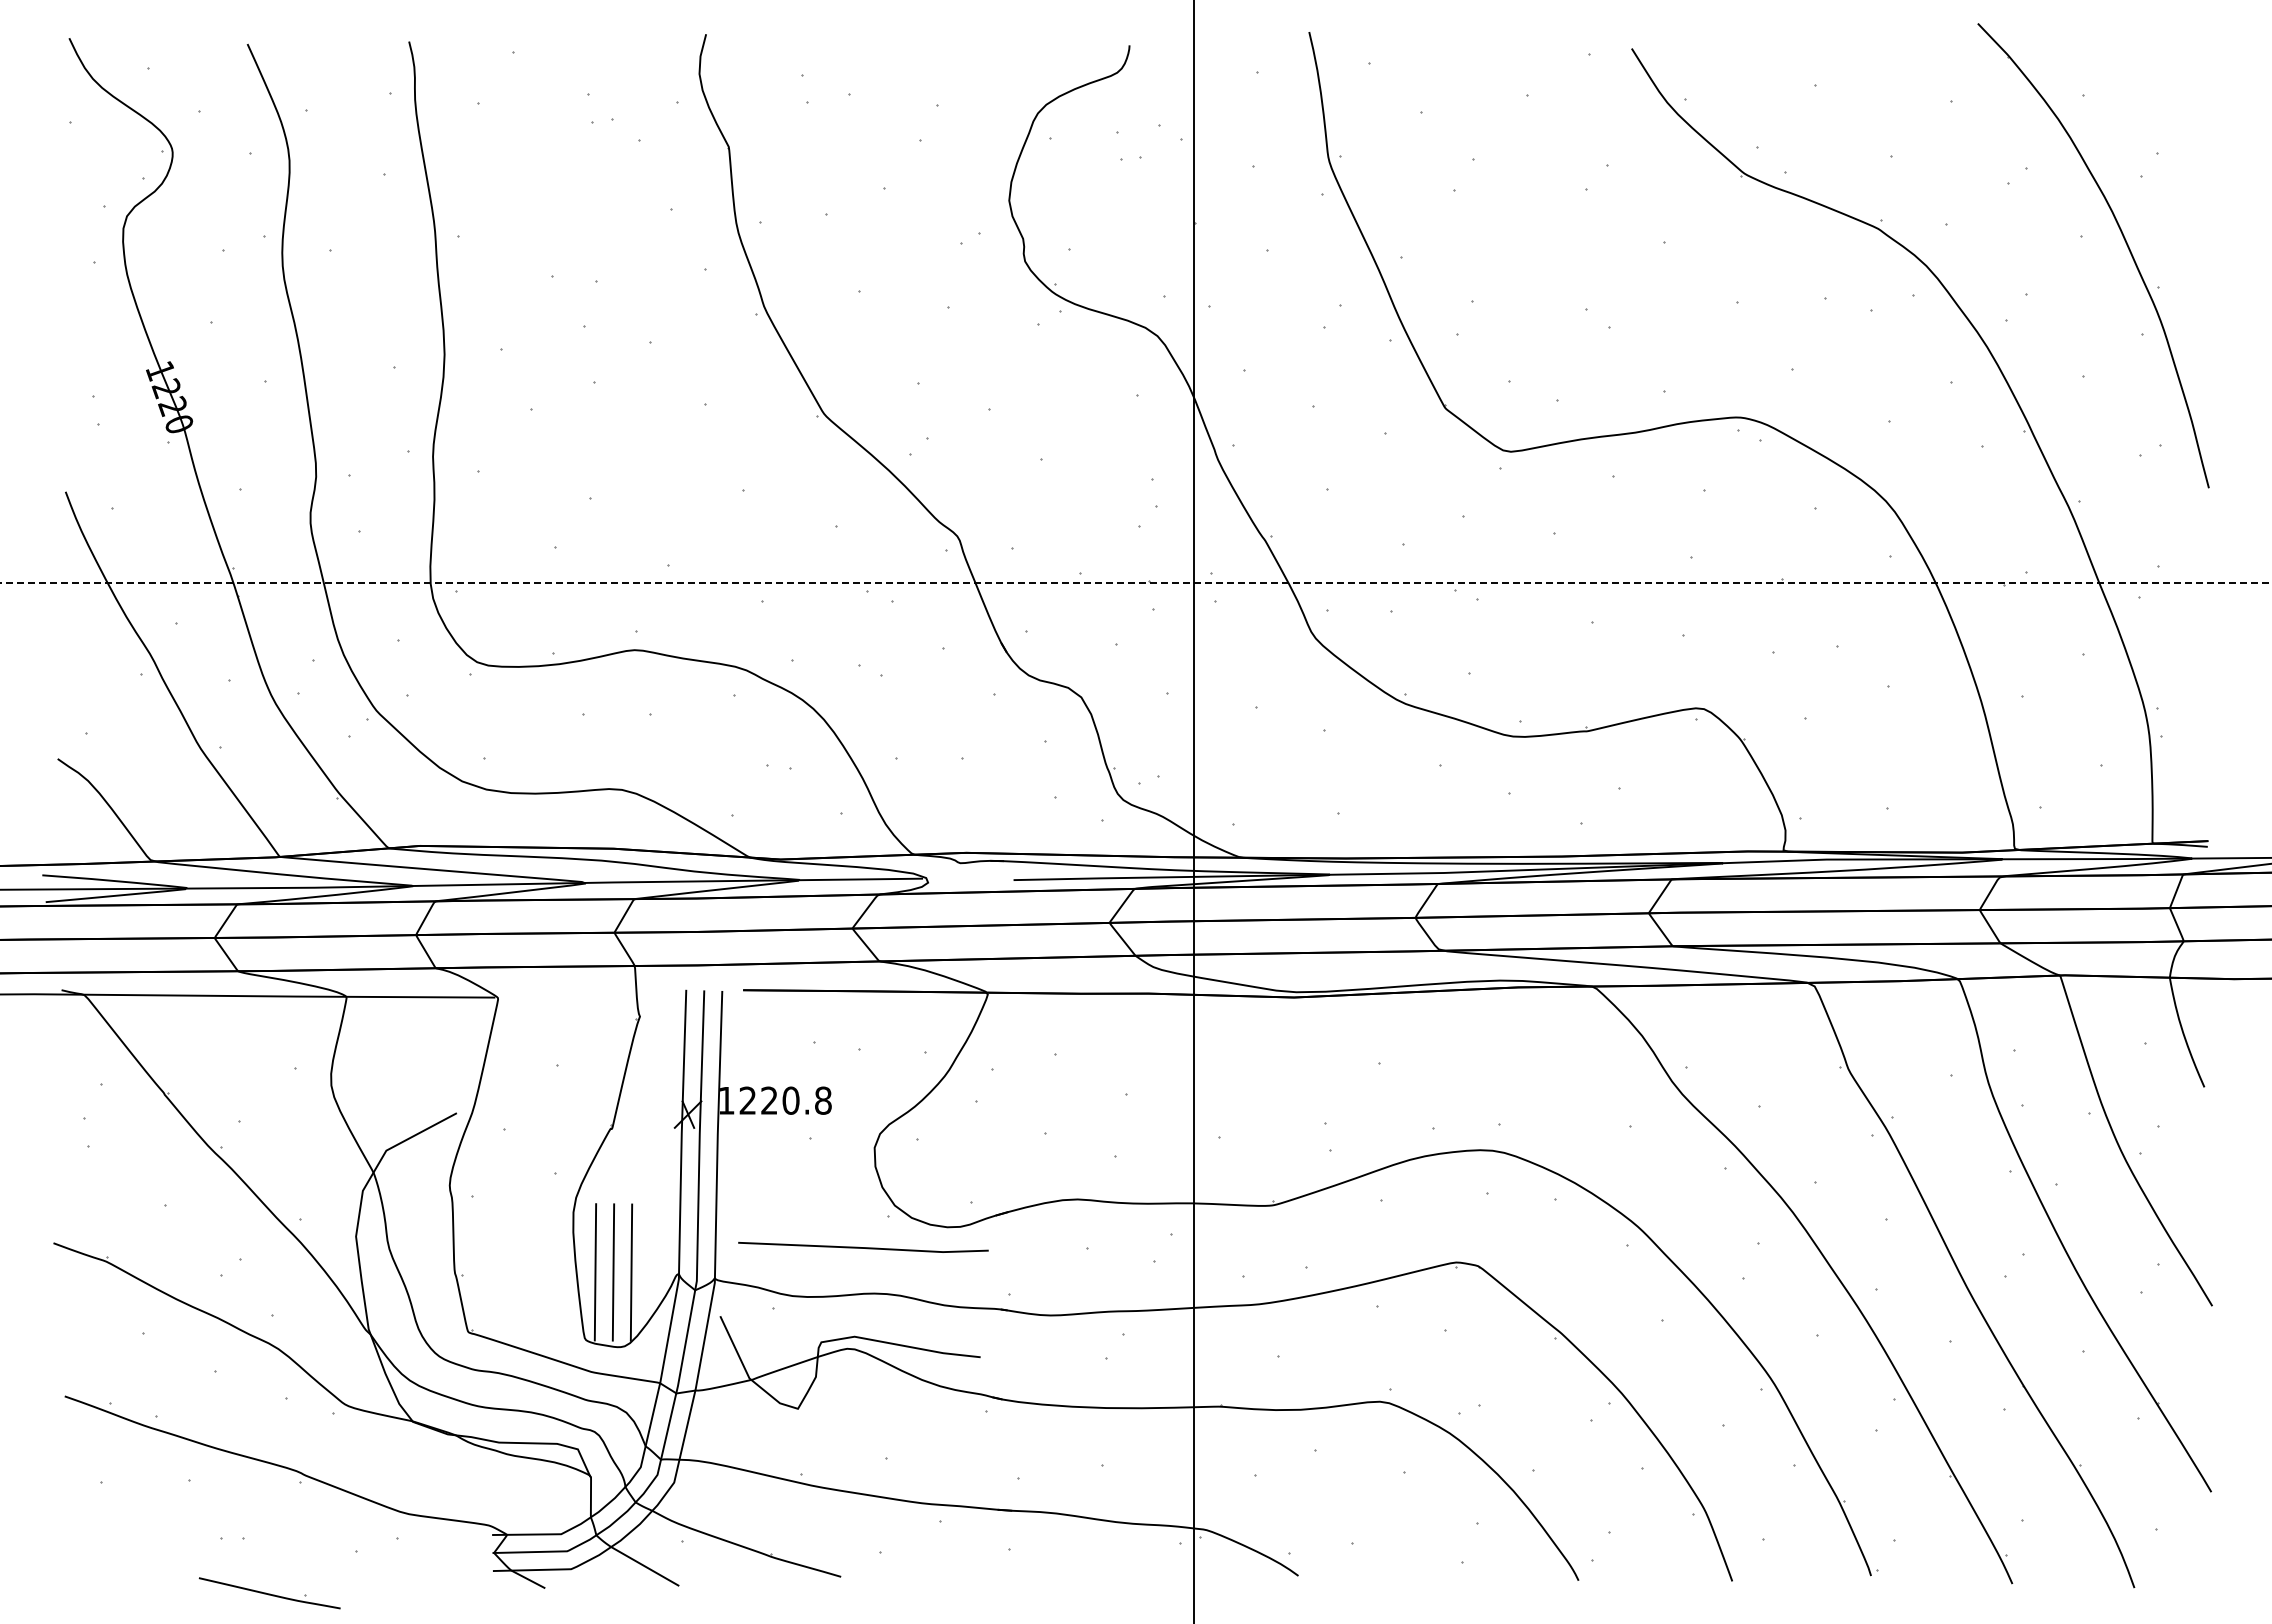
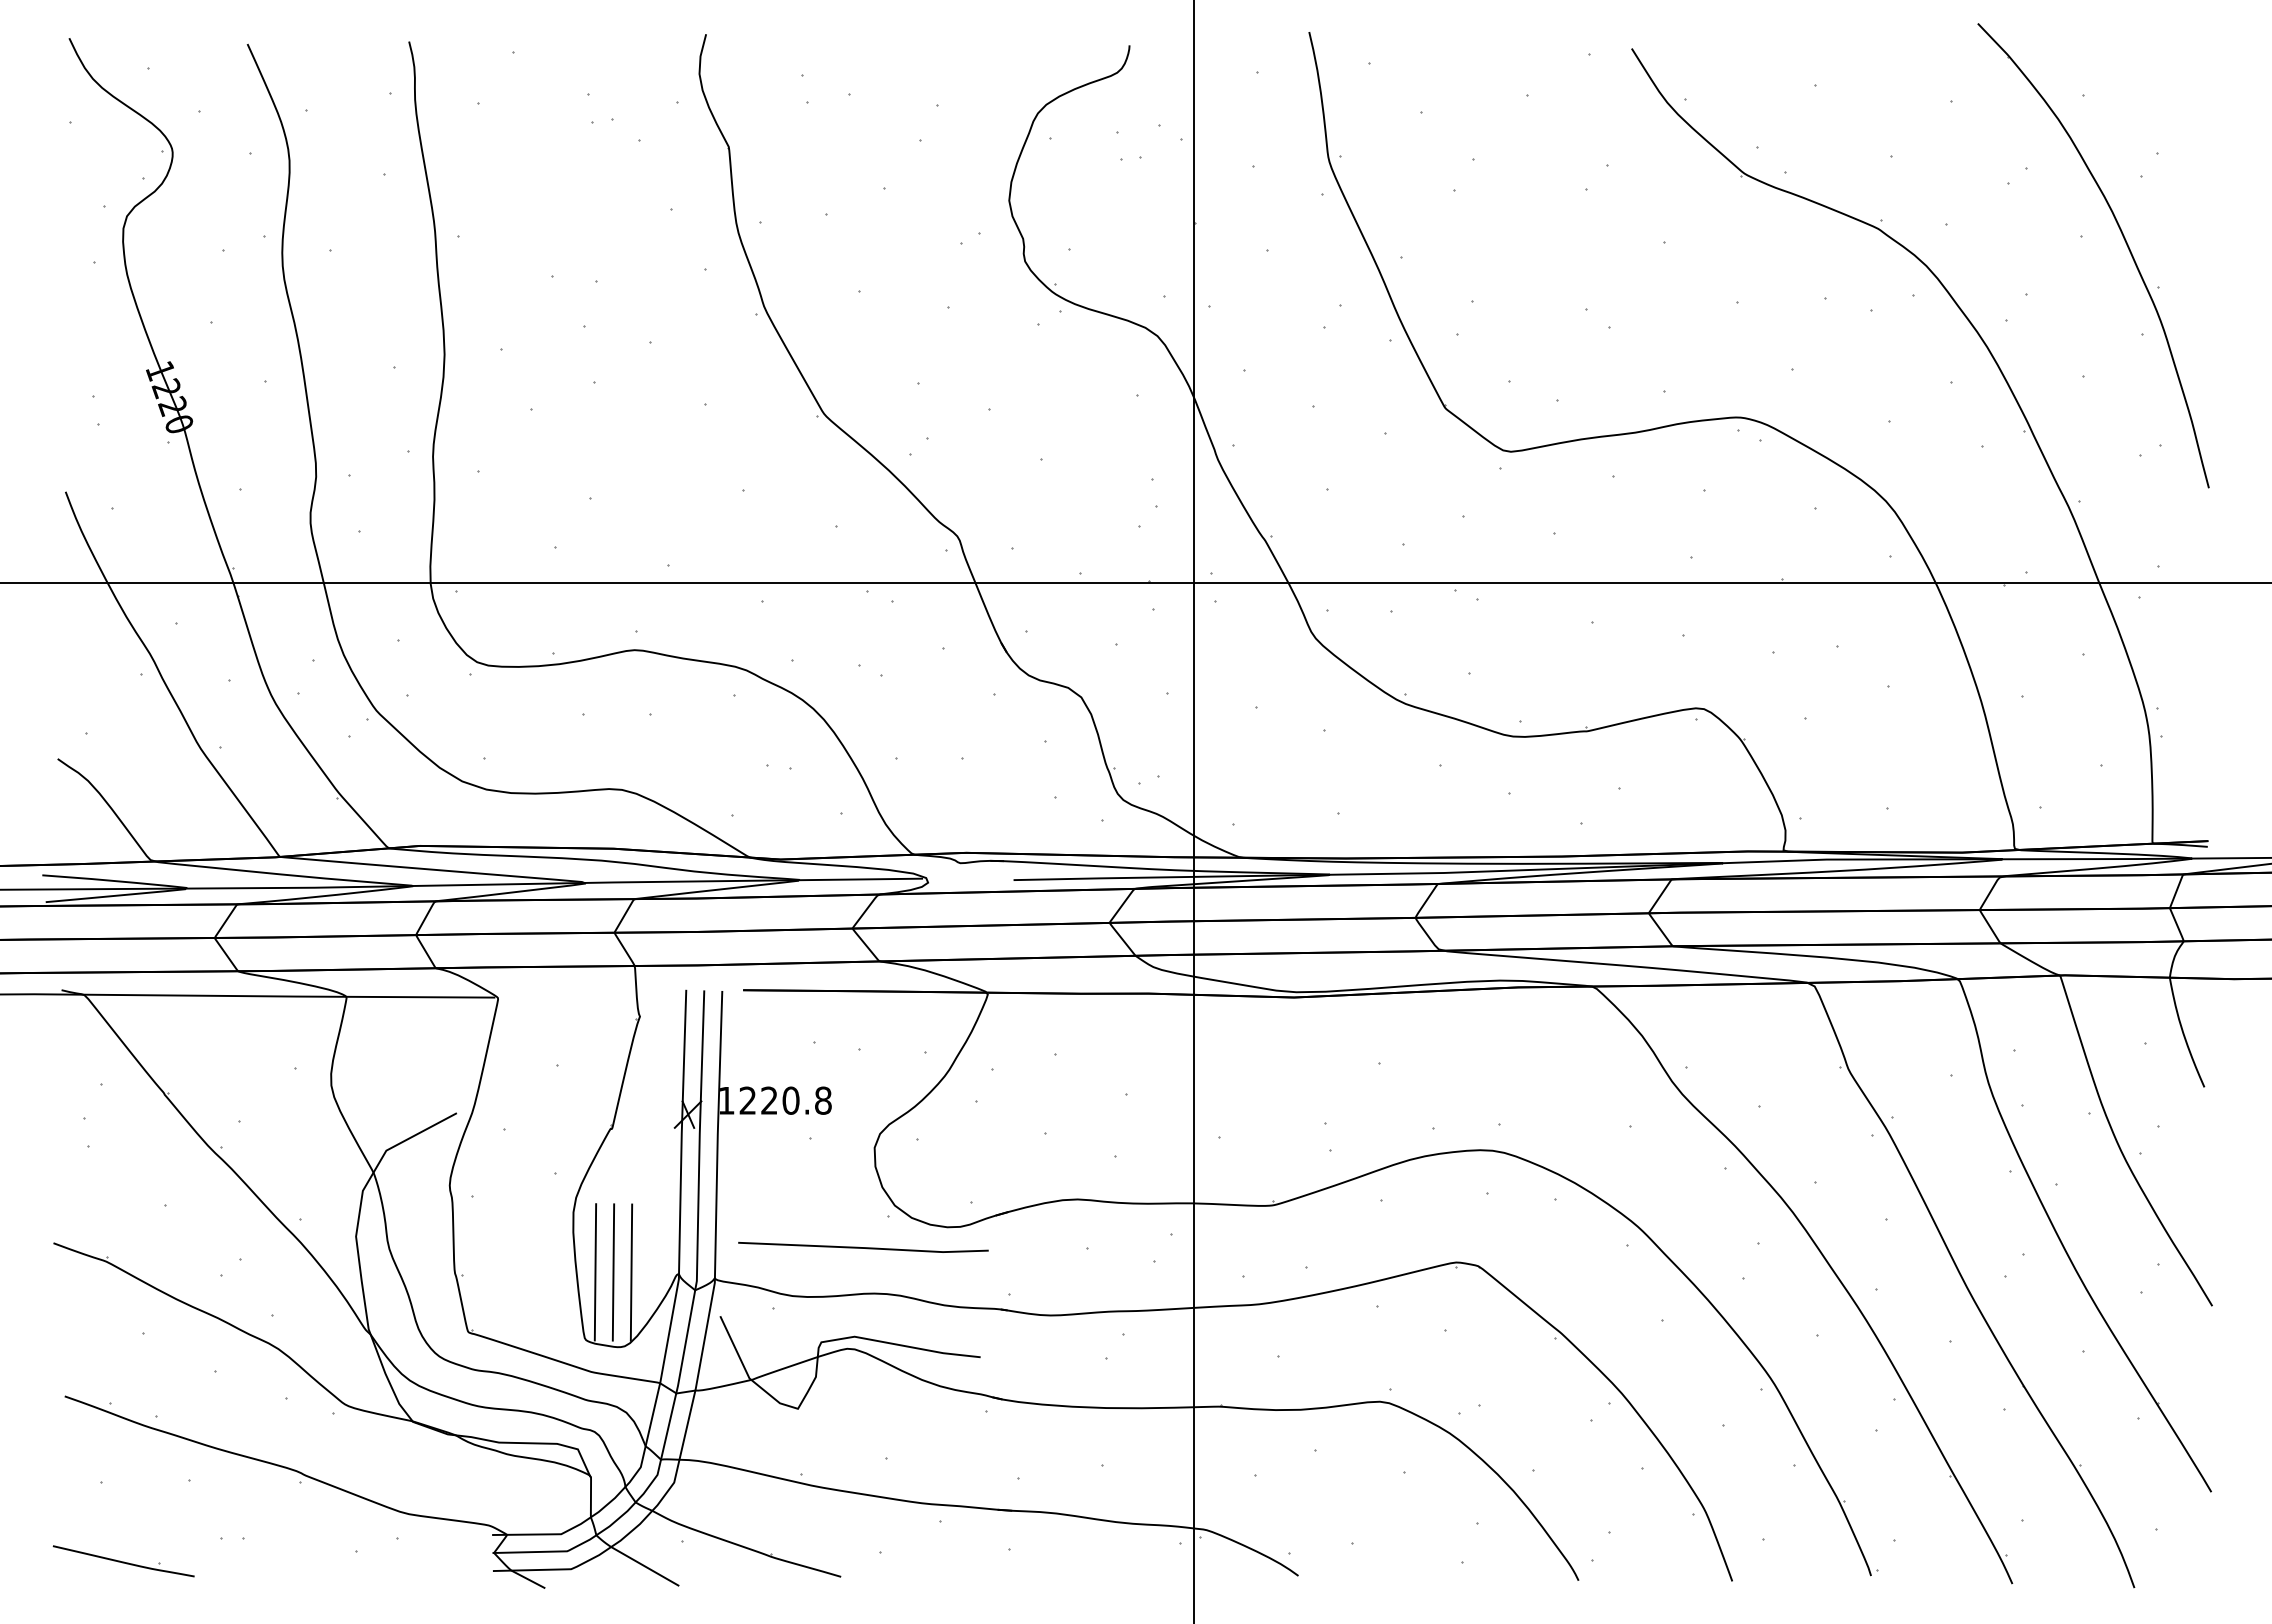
line at (1135, 583): dashed -> solid
part at (269, 1593) position: (269, 1593) -> (123, 1561)
